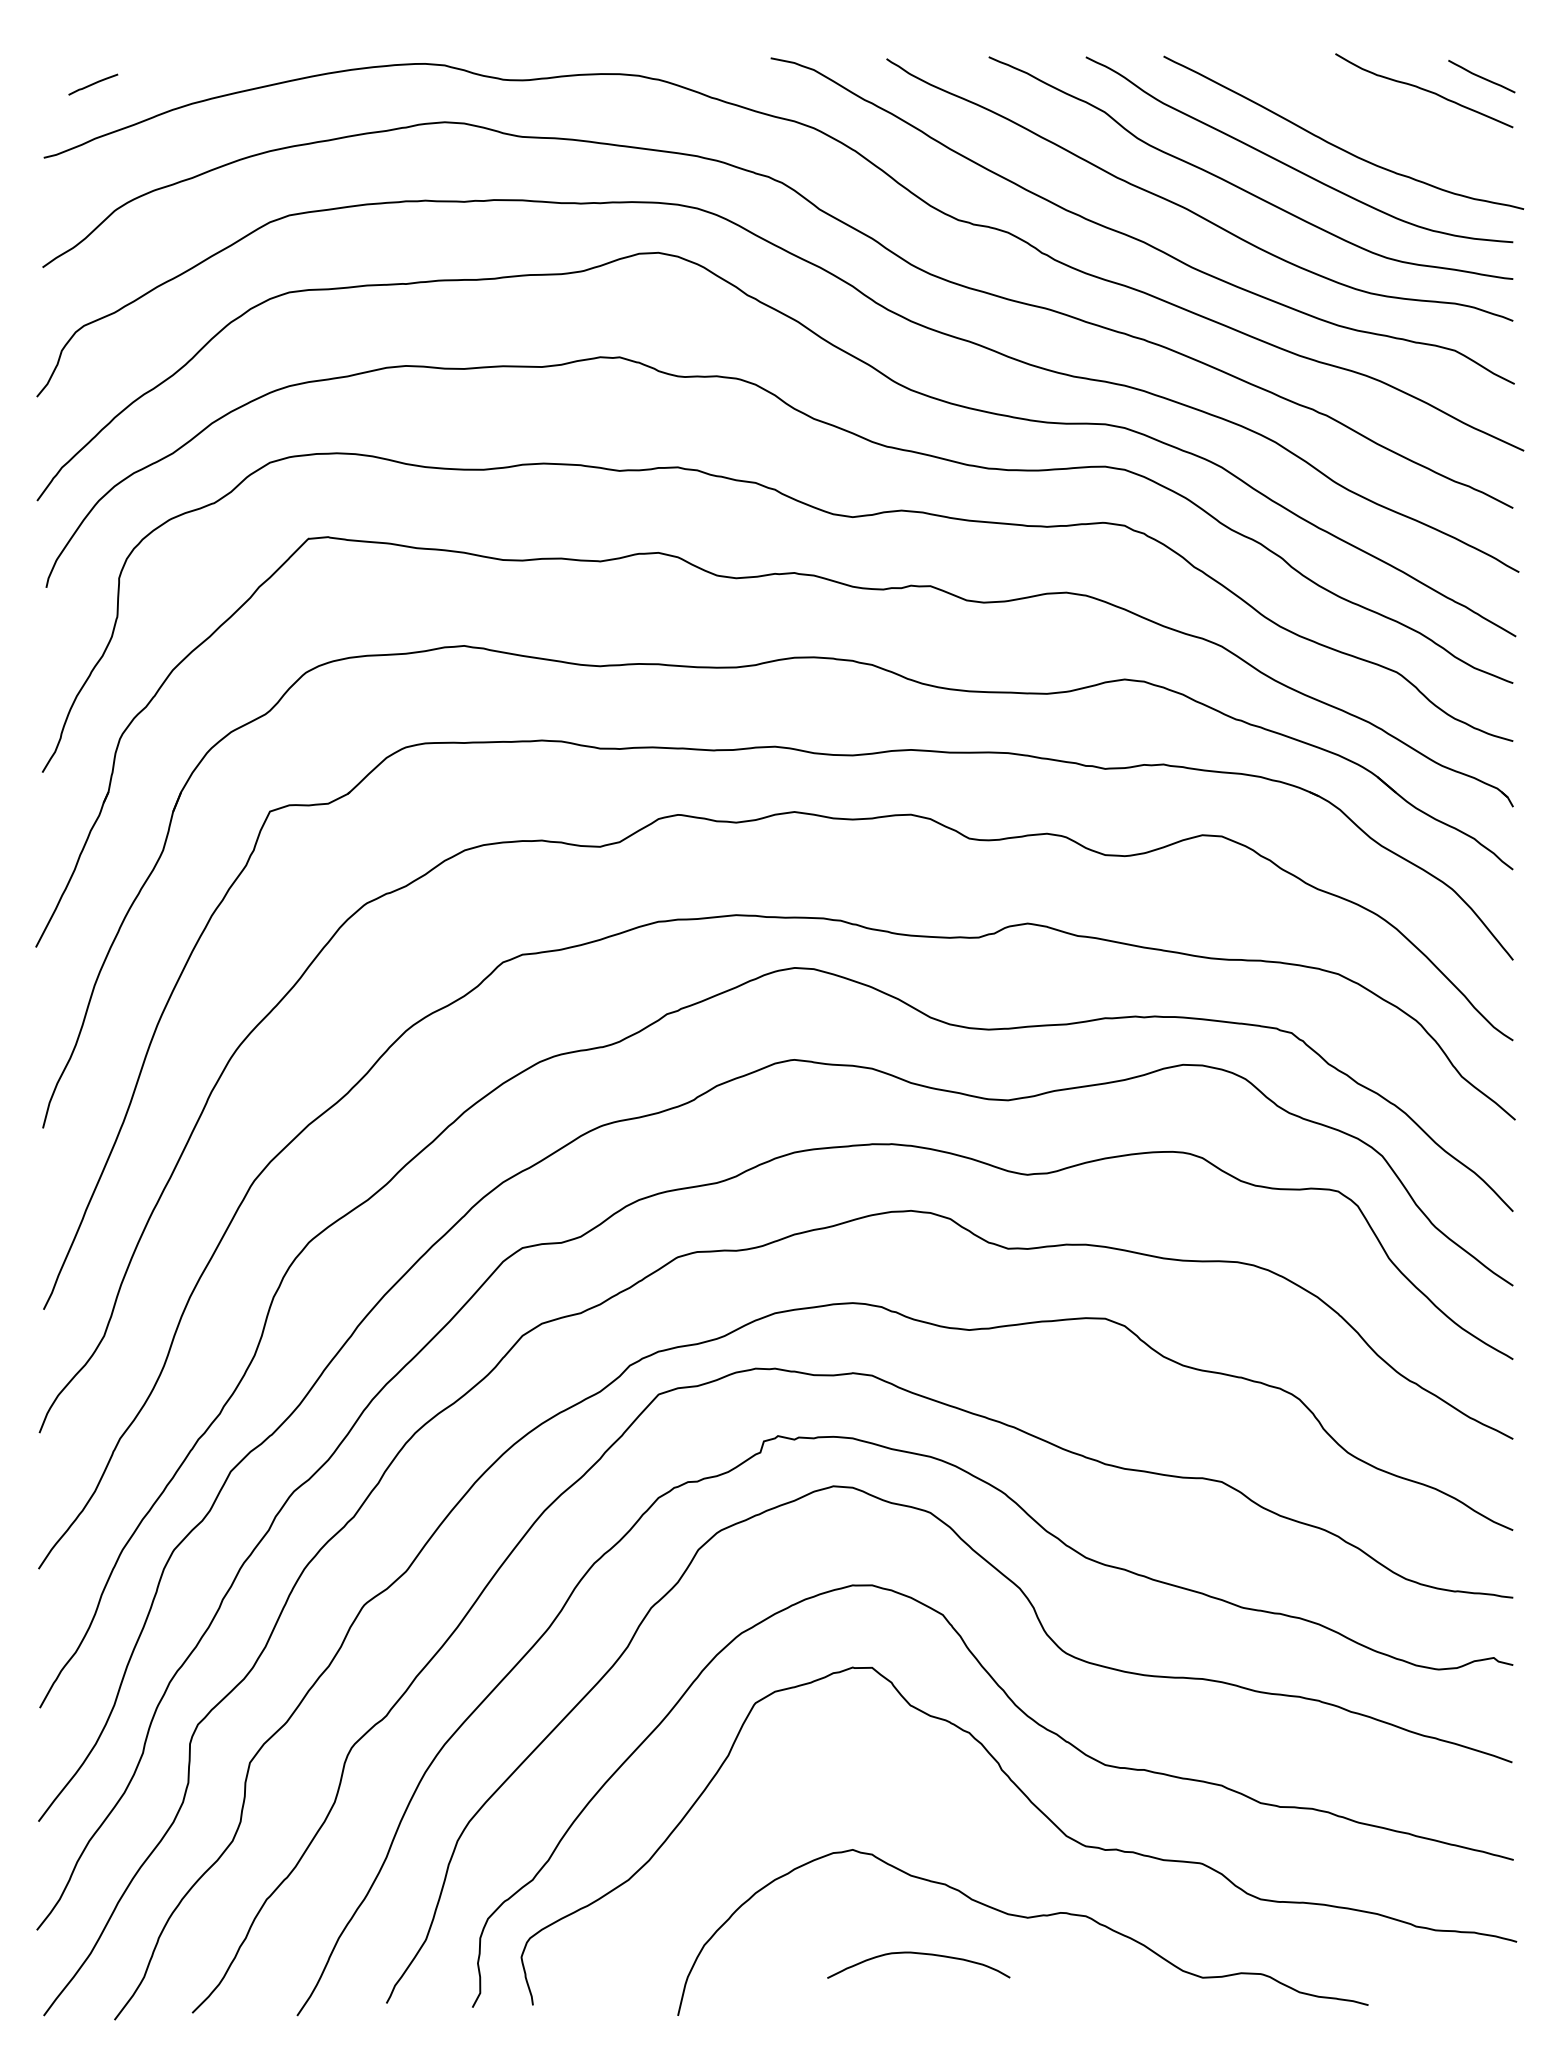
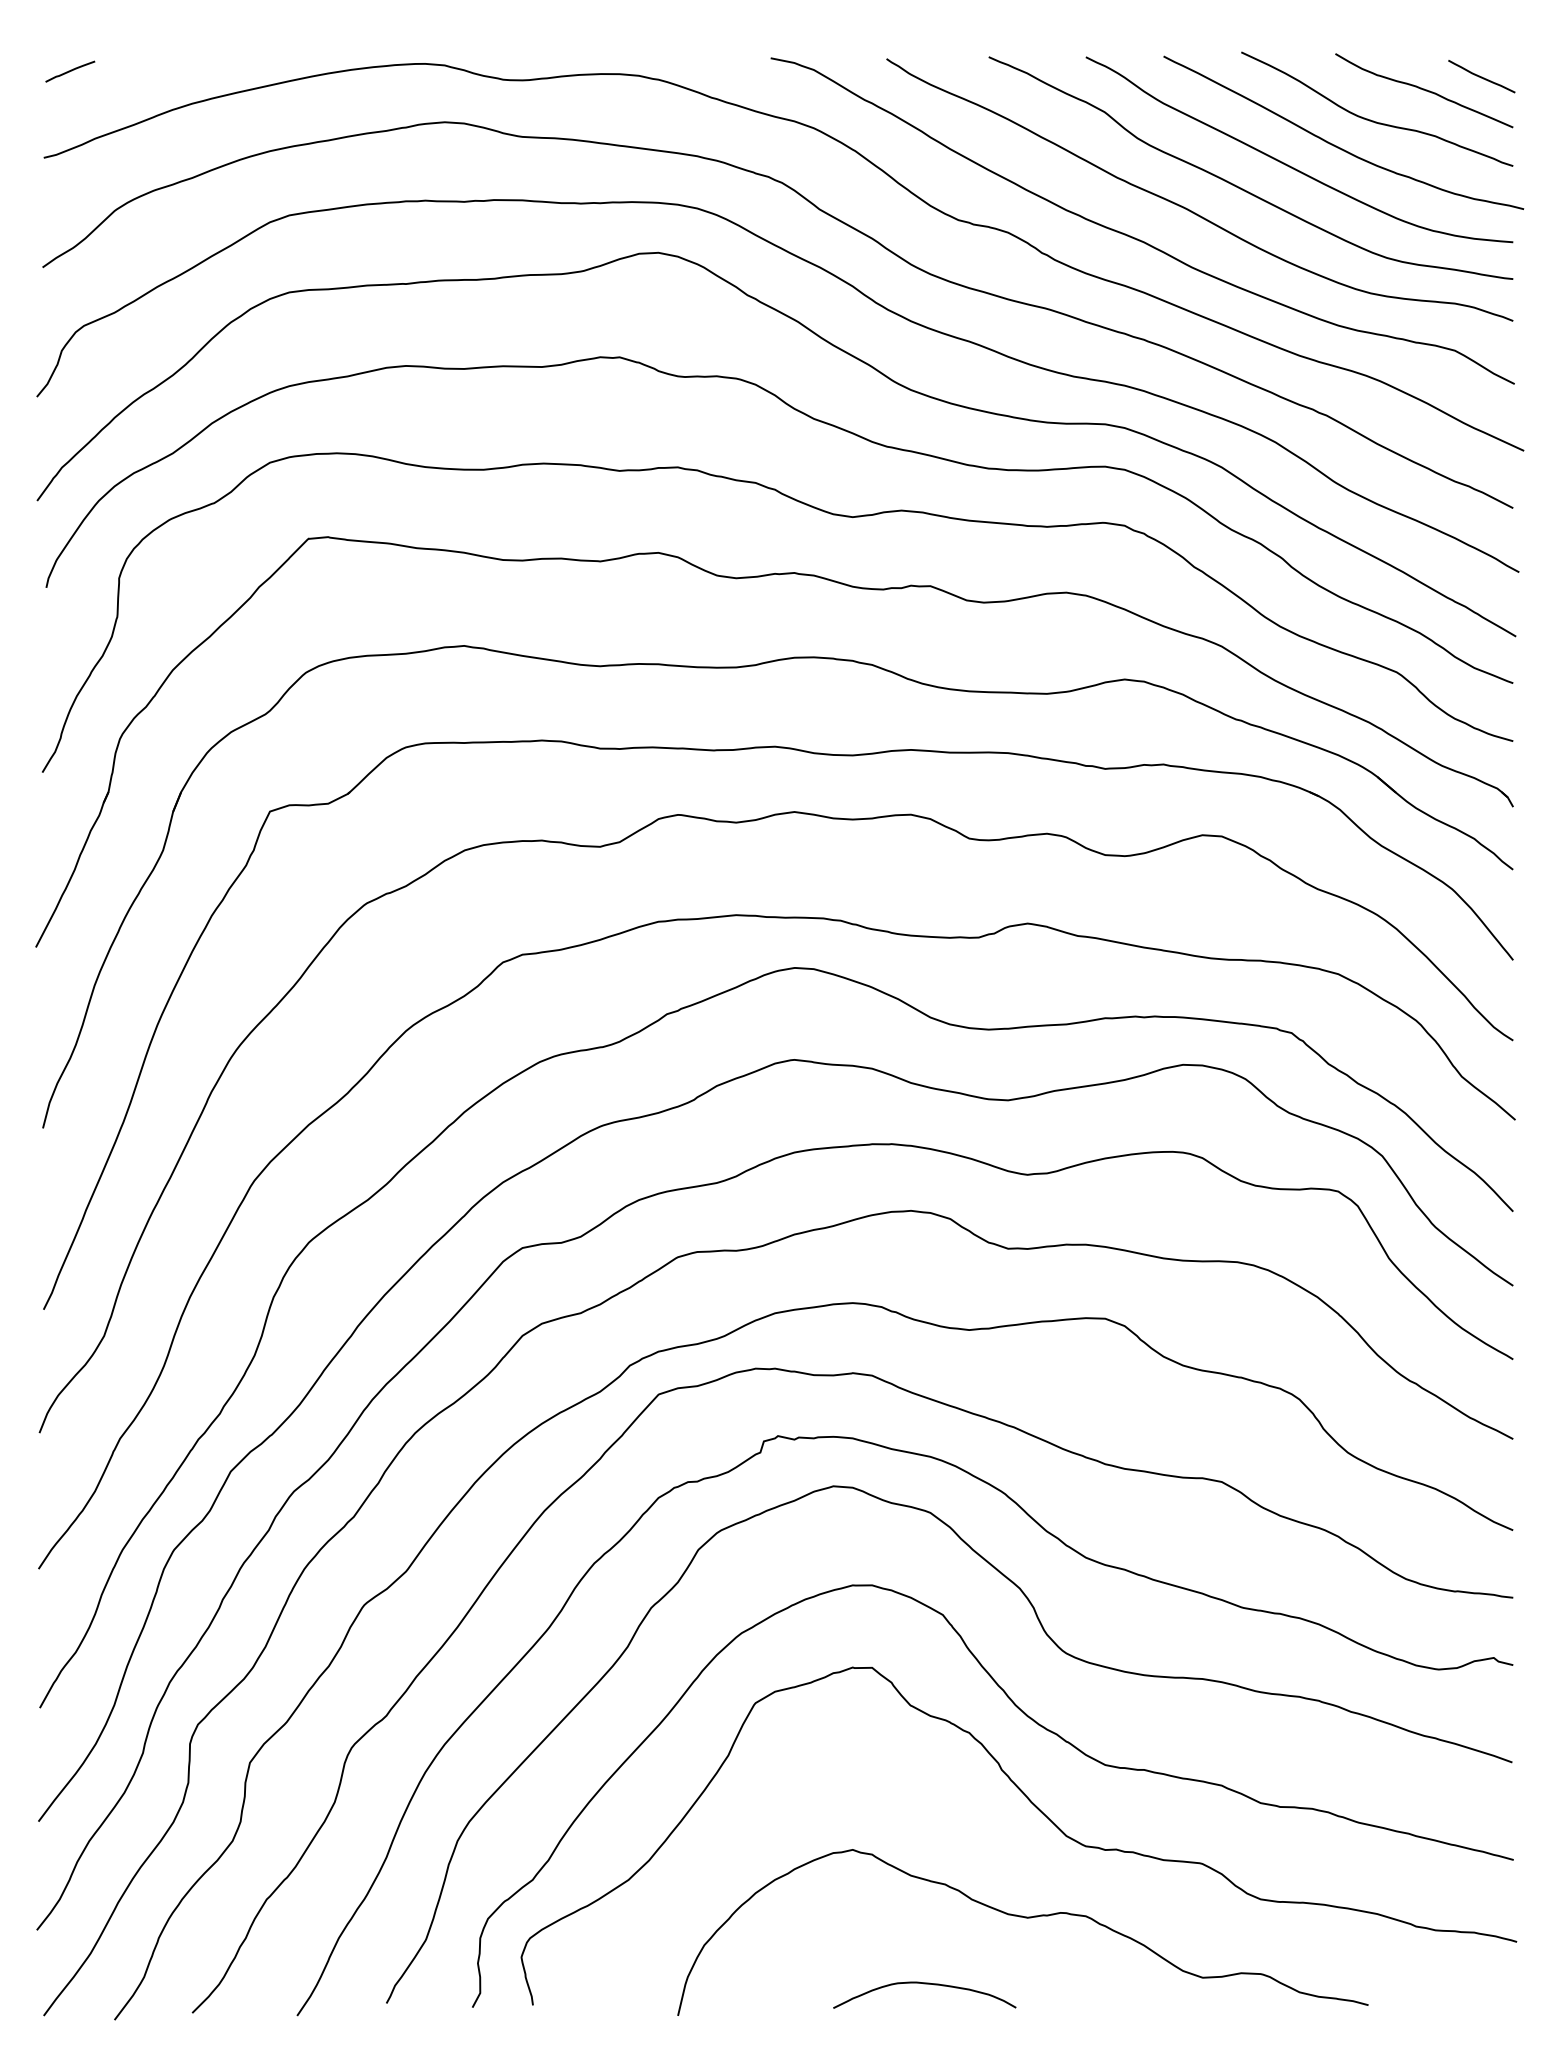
line at (93, 84) position: (93, 84) -> (70, 71)
curve at (1373, 120): none -> present
curve at (918, 1954) position: (918, 1954) -> (924, 1984)
